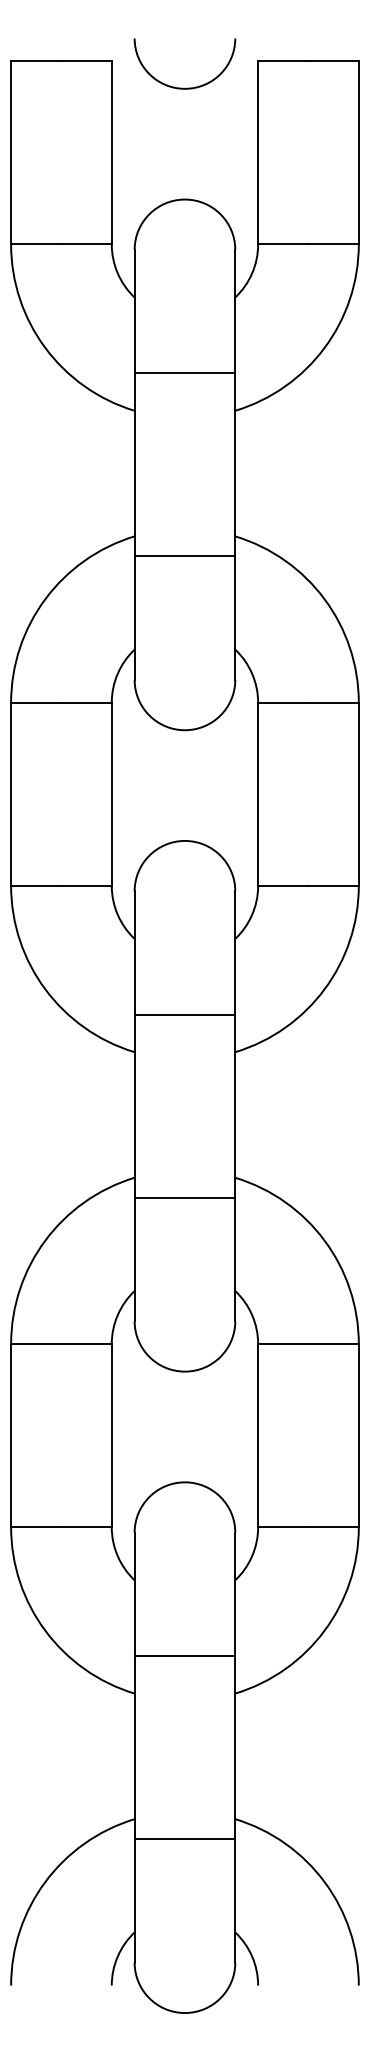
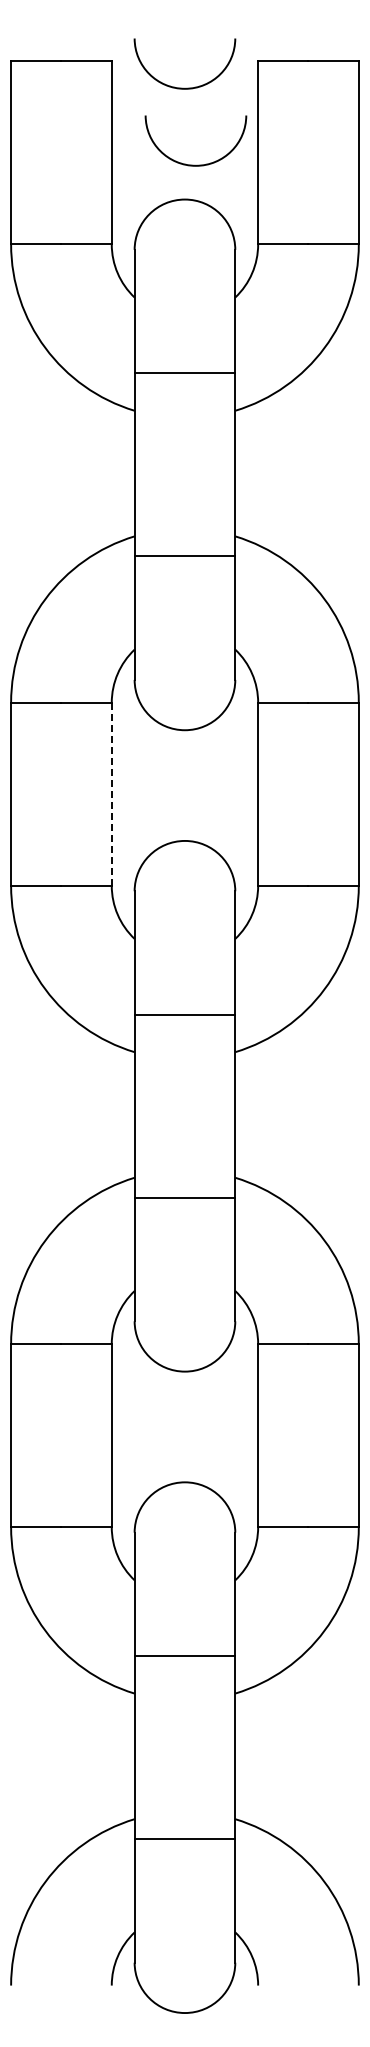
arc at (195, 164): none -> present
line at (111, 793): solid -> dashed
